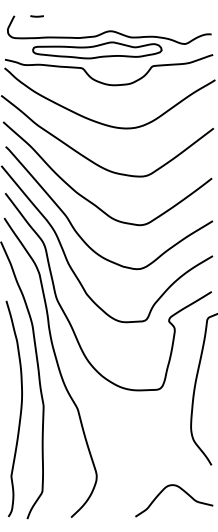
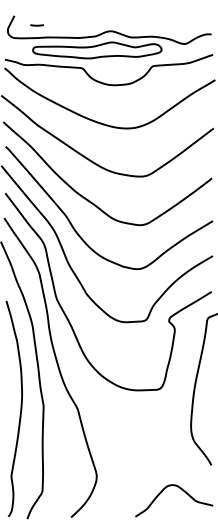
line at (36, 16) position: (36, 16) -> (36, 25)
